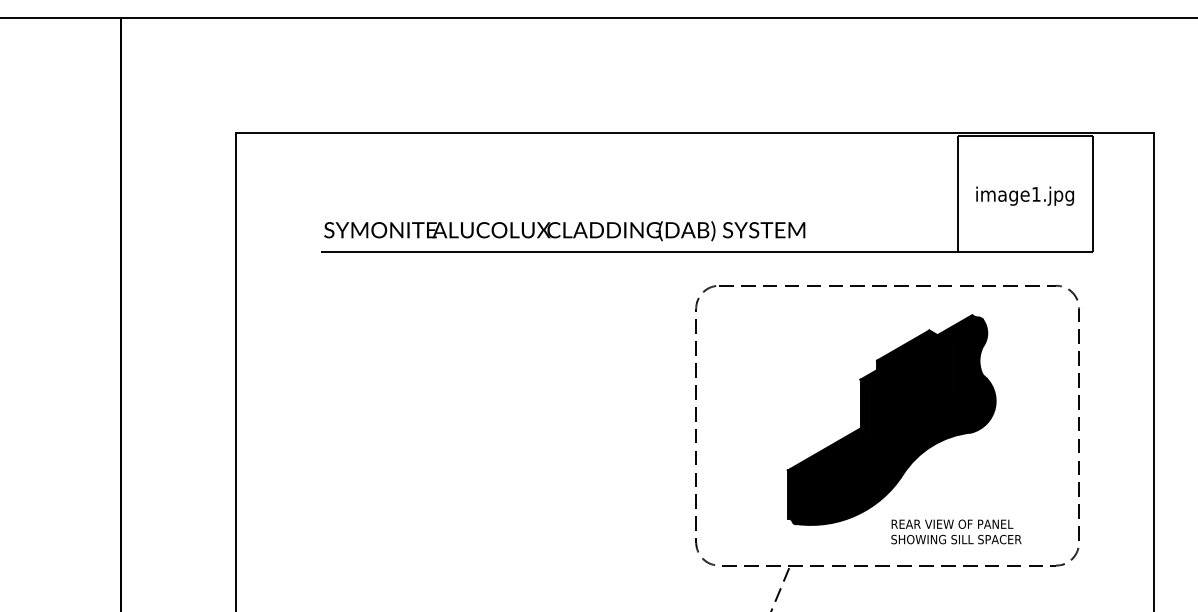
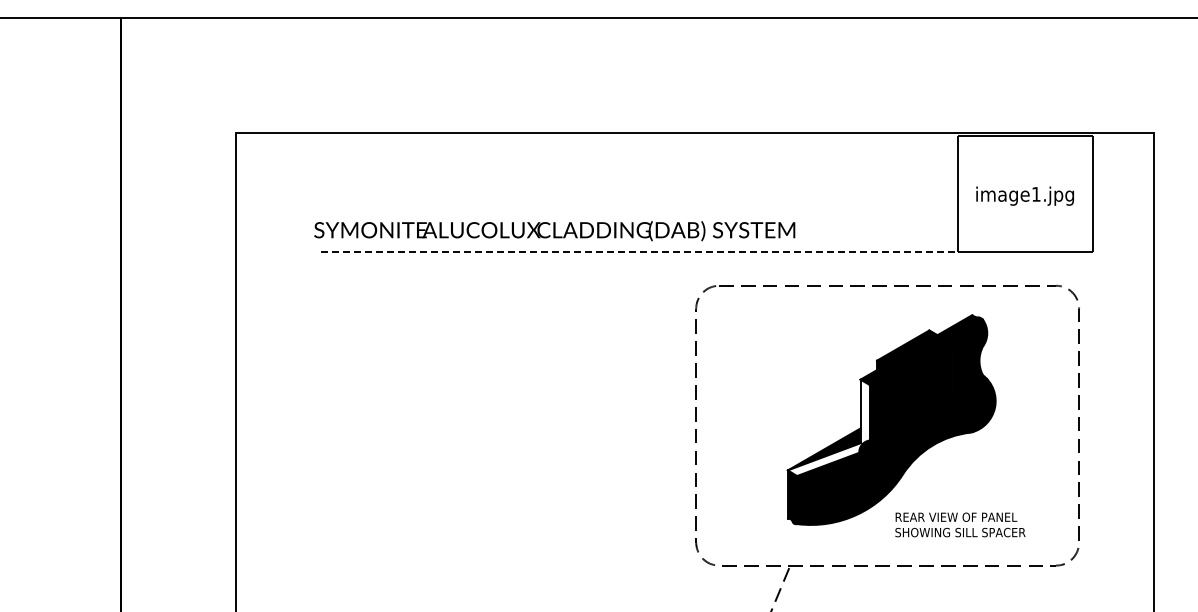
text at (564, 231) position: (564, 231) -> (554, 231)
line at (640, 252): solid -> dashed
fill at (828, 427): present -> none
text at (956, 531) position: (956, 531) -> (960, 524)
